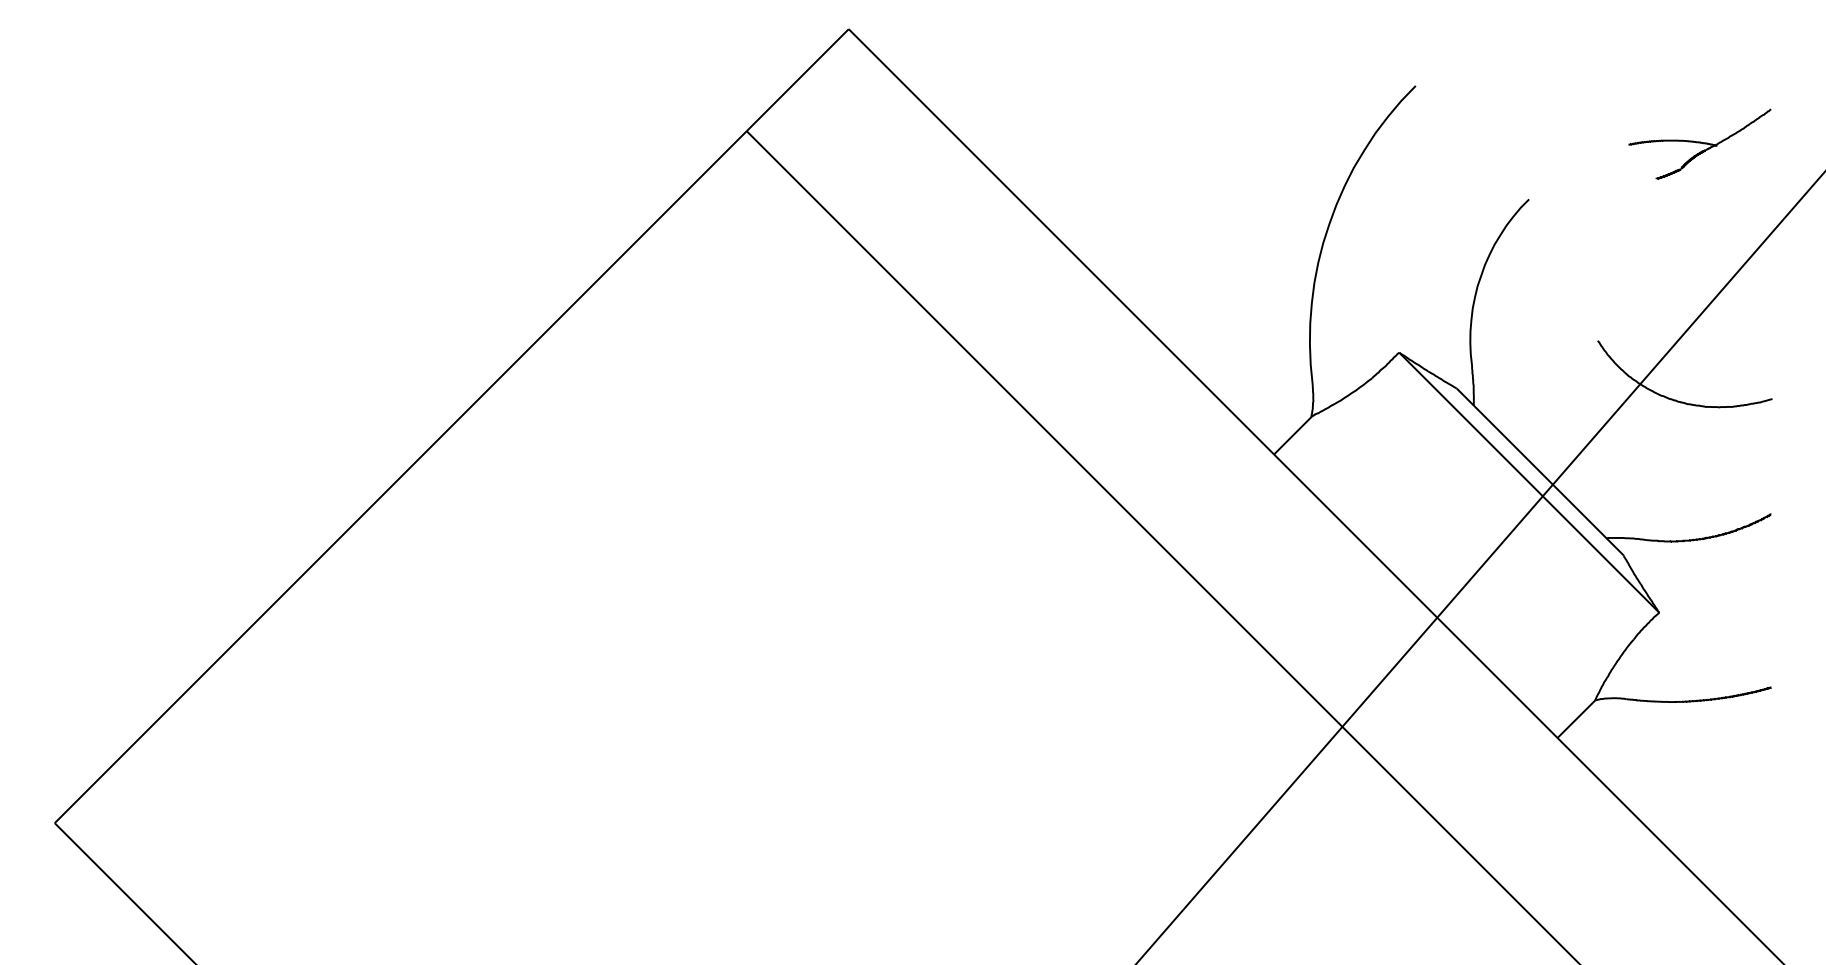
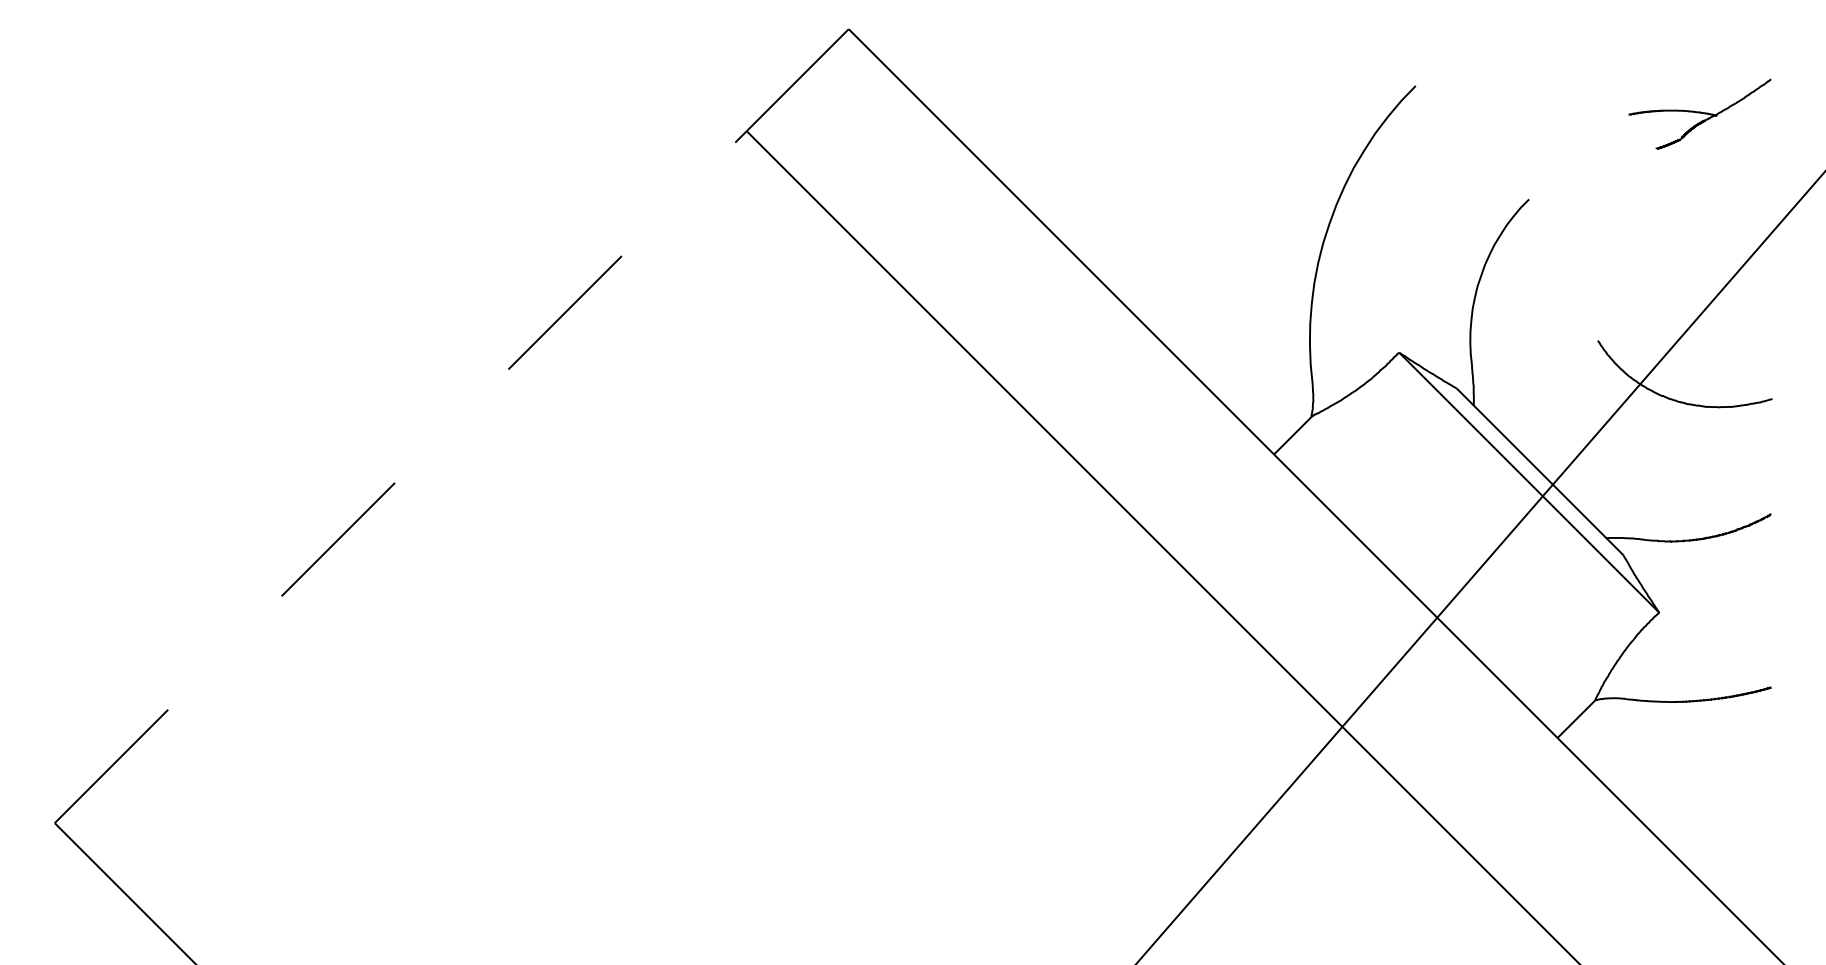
part at (1699, 143) position: (1699, 143) -> (1699, 113)
line at (401, 476): solid -> dashed
